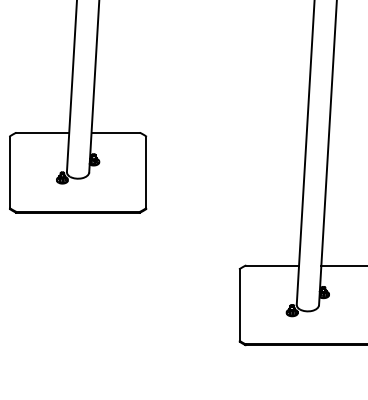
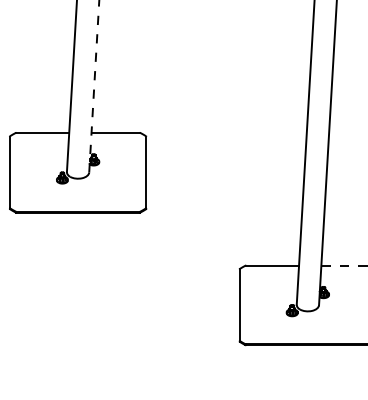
line at (94, 86): solid -> dashed
line at (344, 265): solid -> dashed
